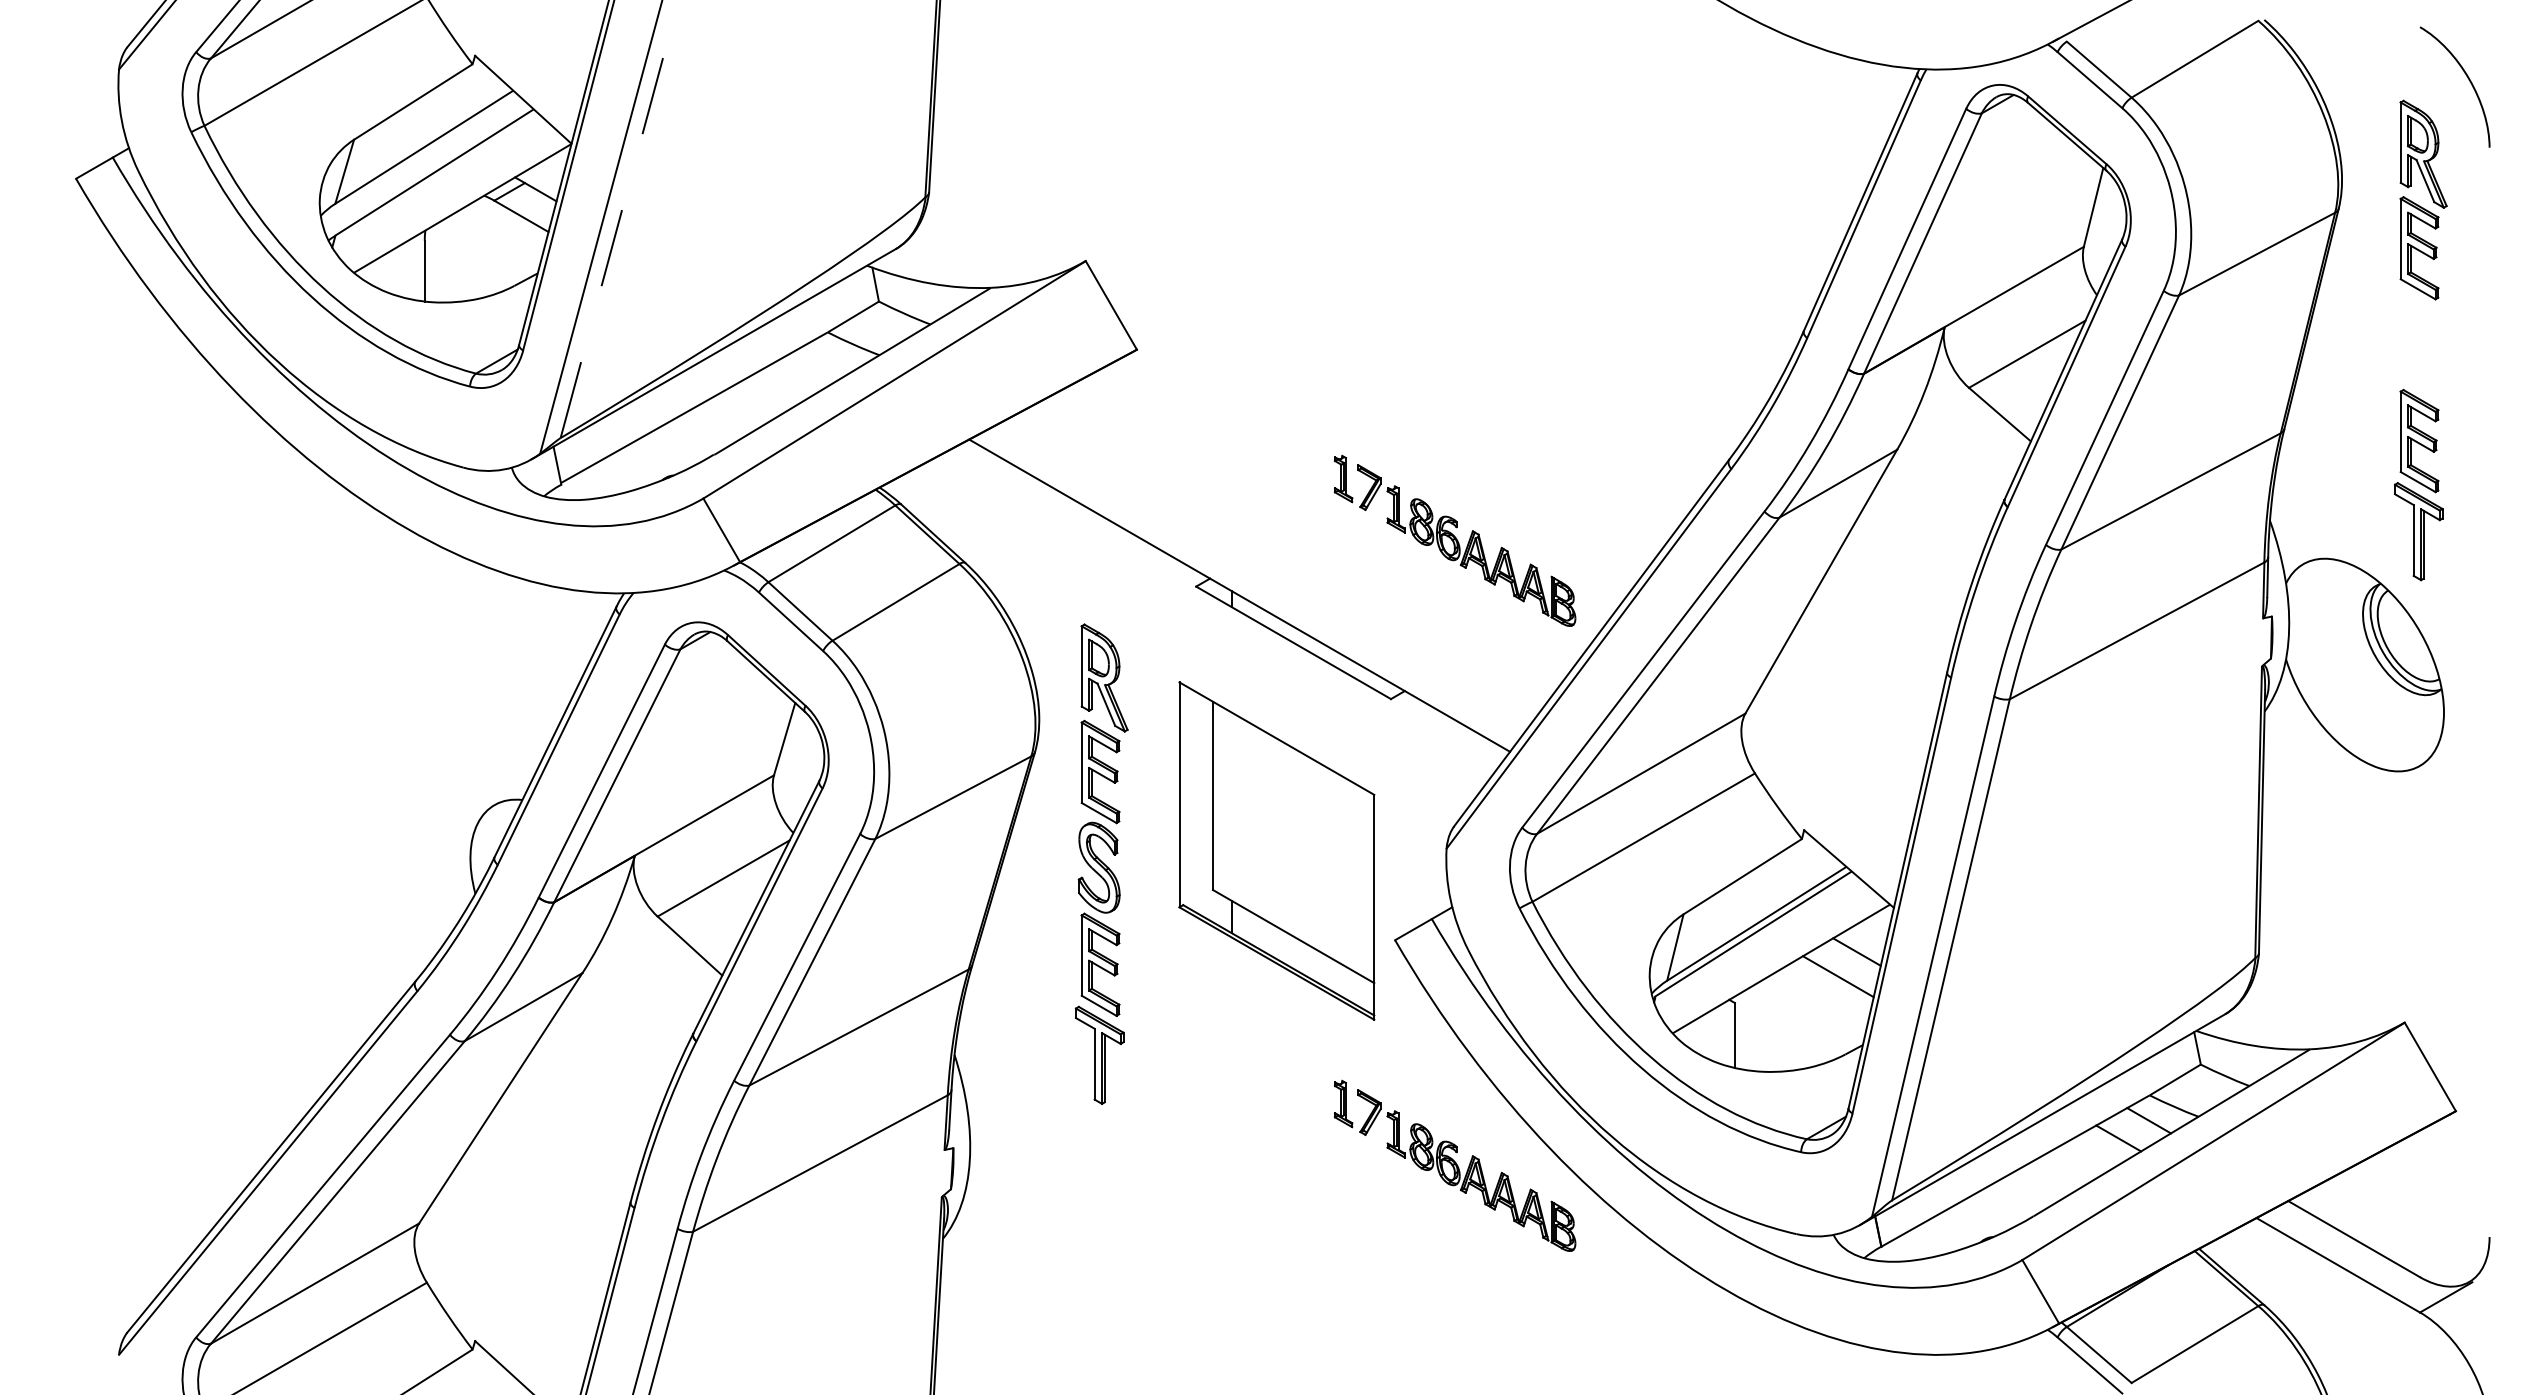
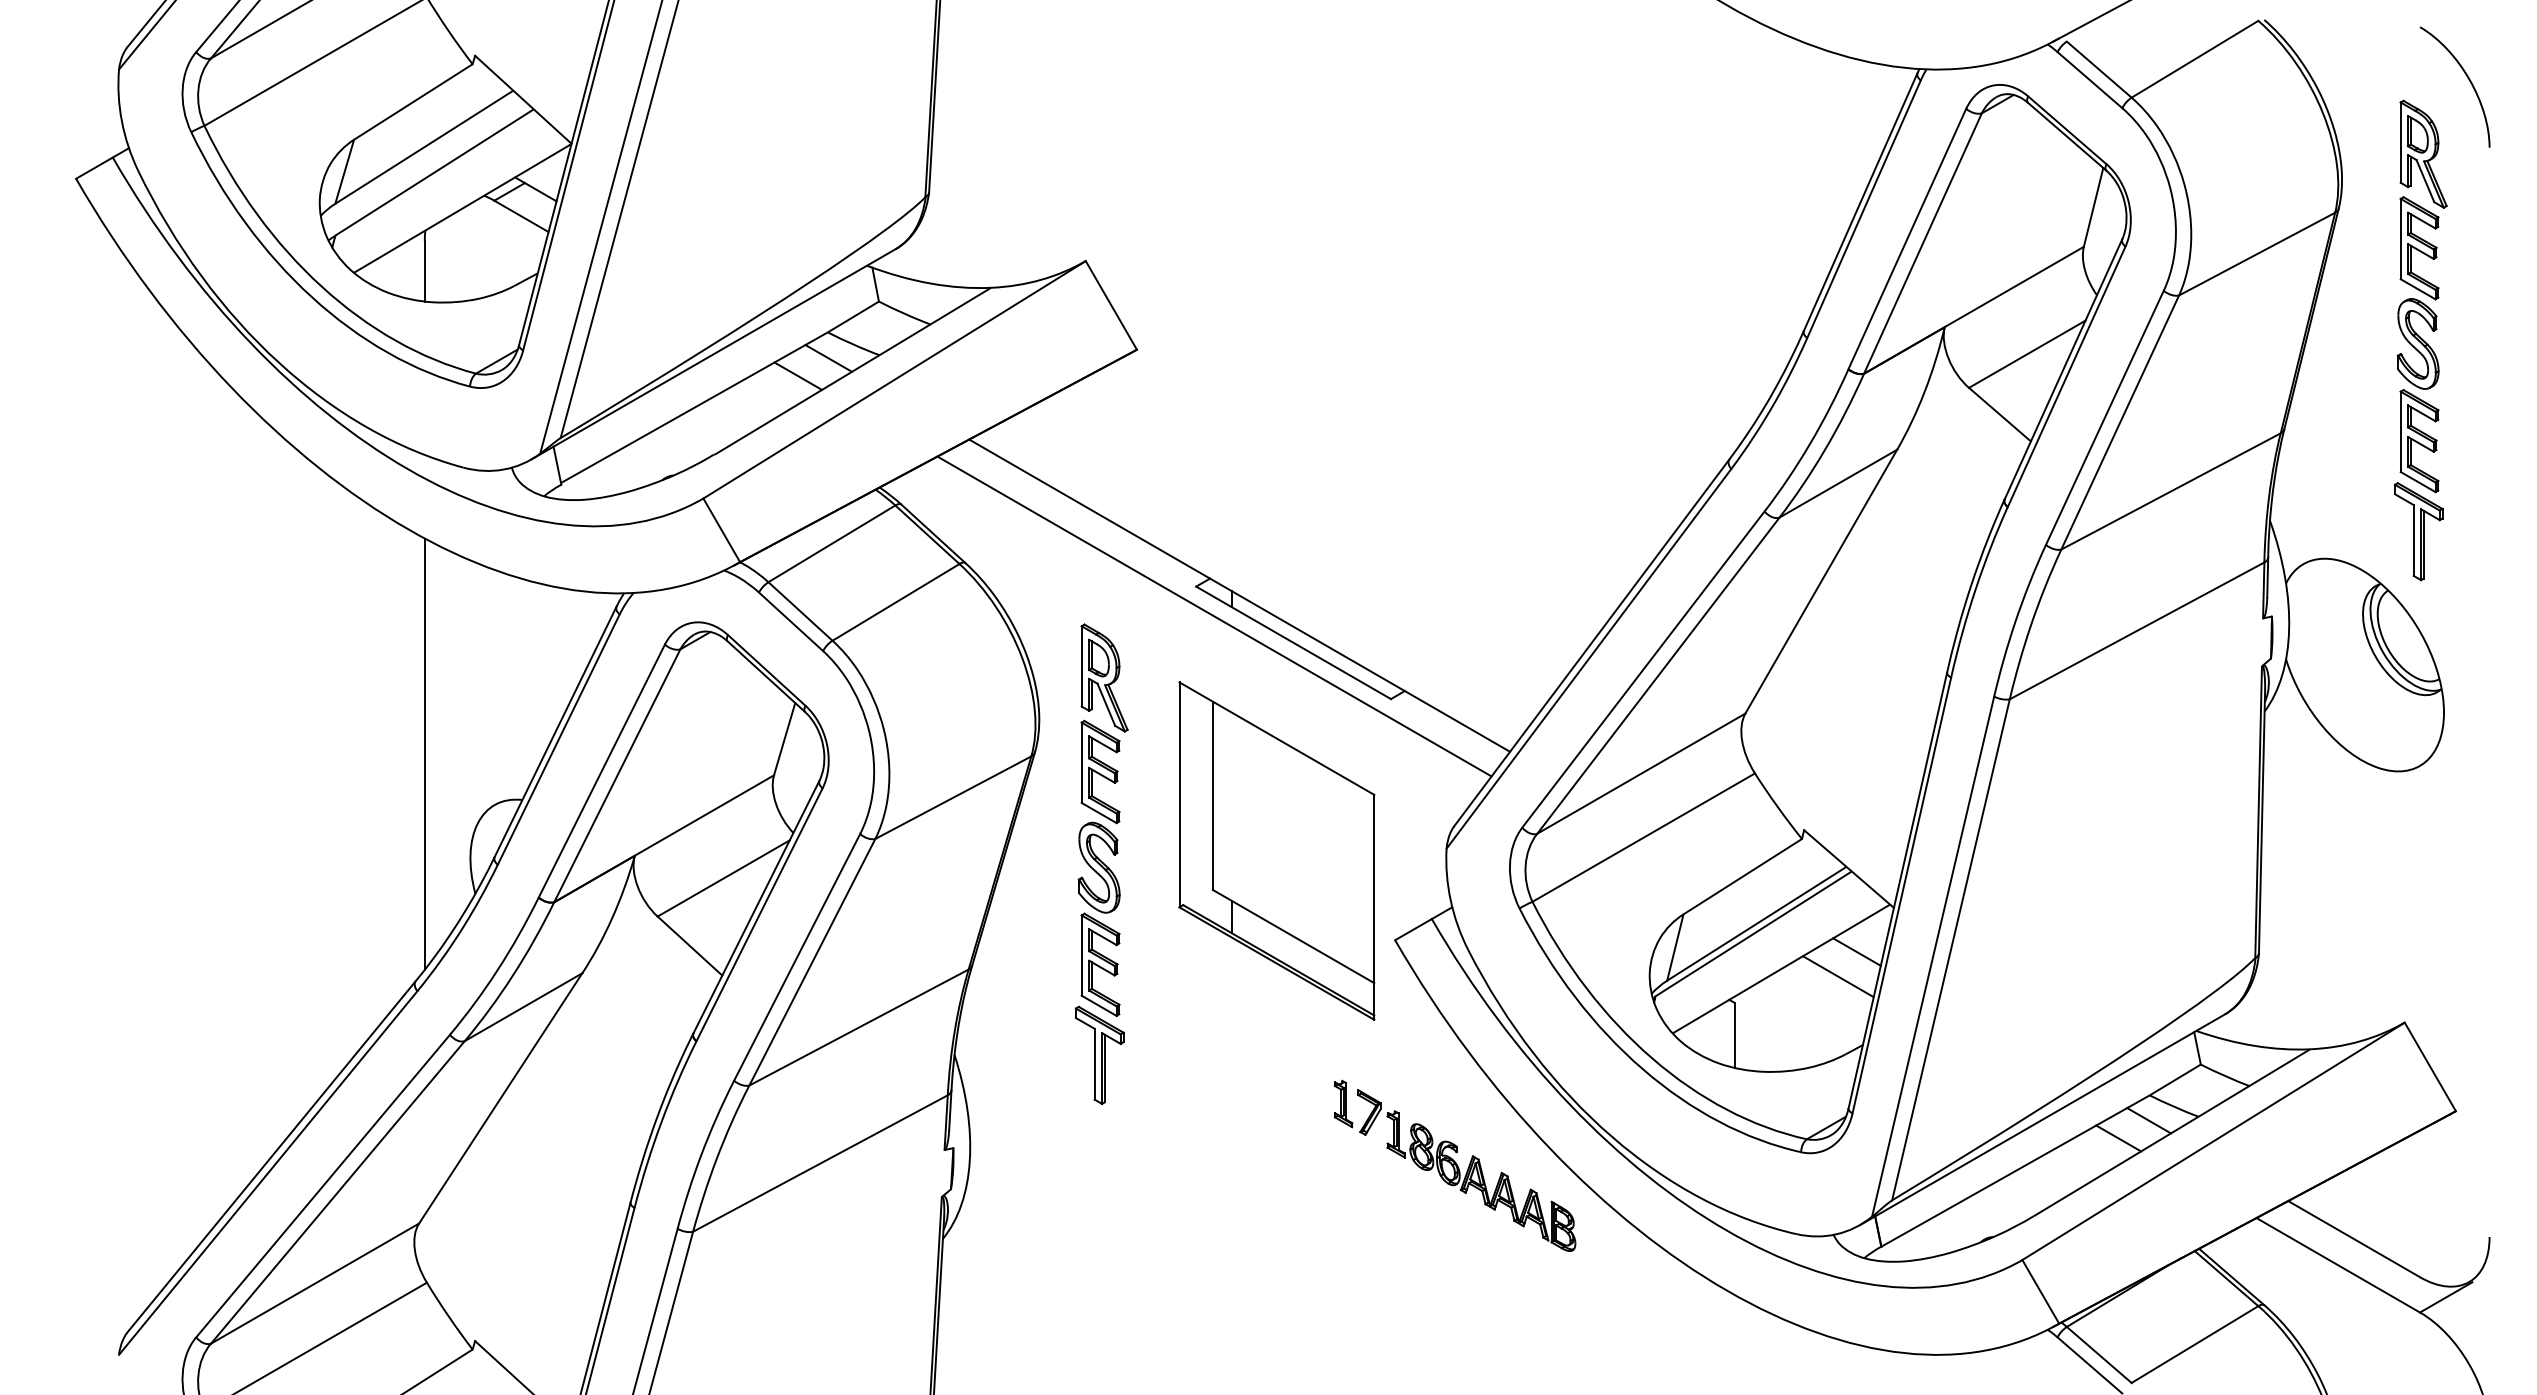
line at (619, 219): dashed -> solid
part at (2417, 343): none -> present
line at (828, 358): none -> present
line at (798, 375): none -> present
part at (1454, 540): present -> none
line at (1214, 616): none -> present
line at (424, 753): none -> present
